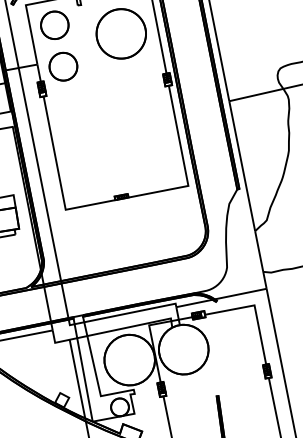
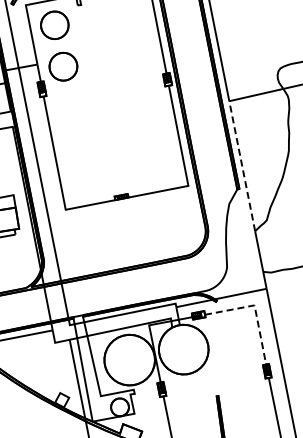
part at (120, 33): present -> none
line at (242, 165): solid -> dashed
line at (255, 309): solid -> dashed
